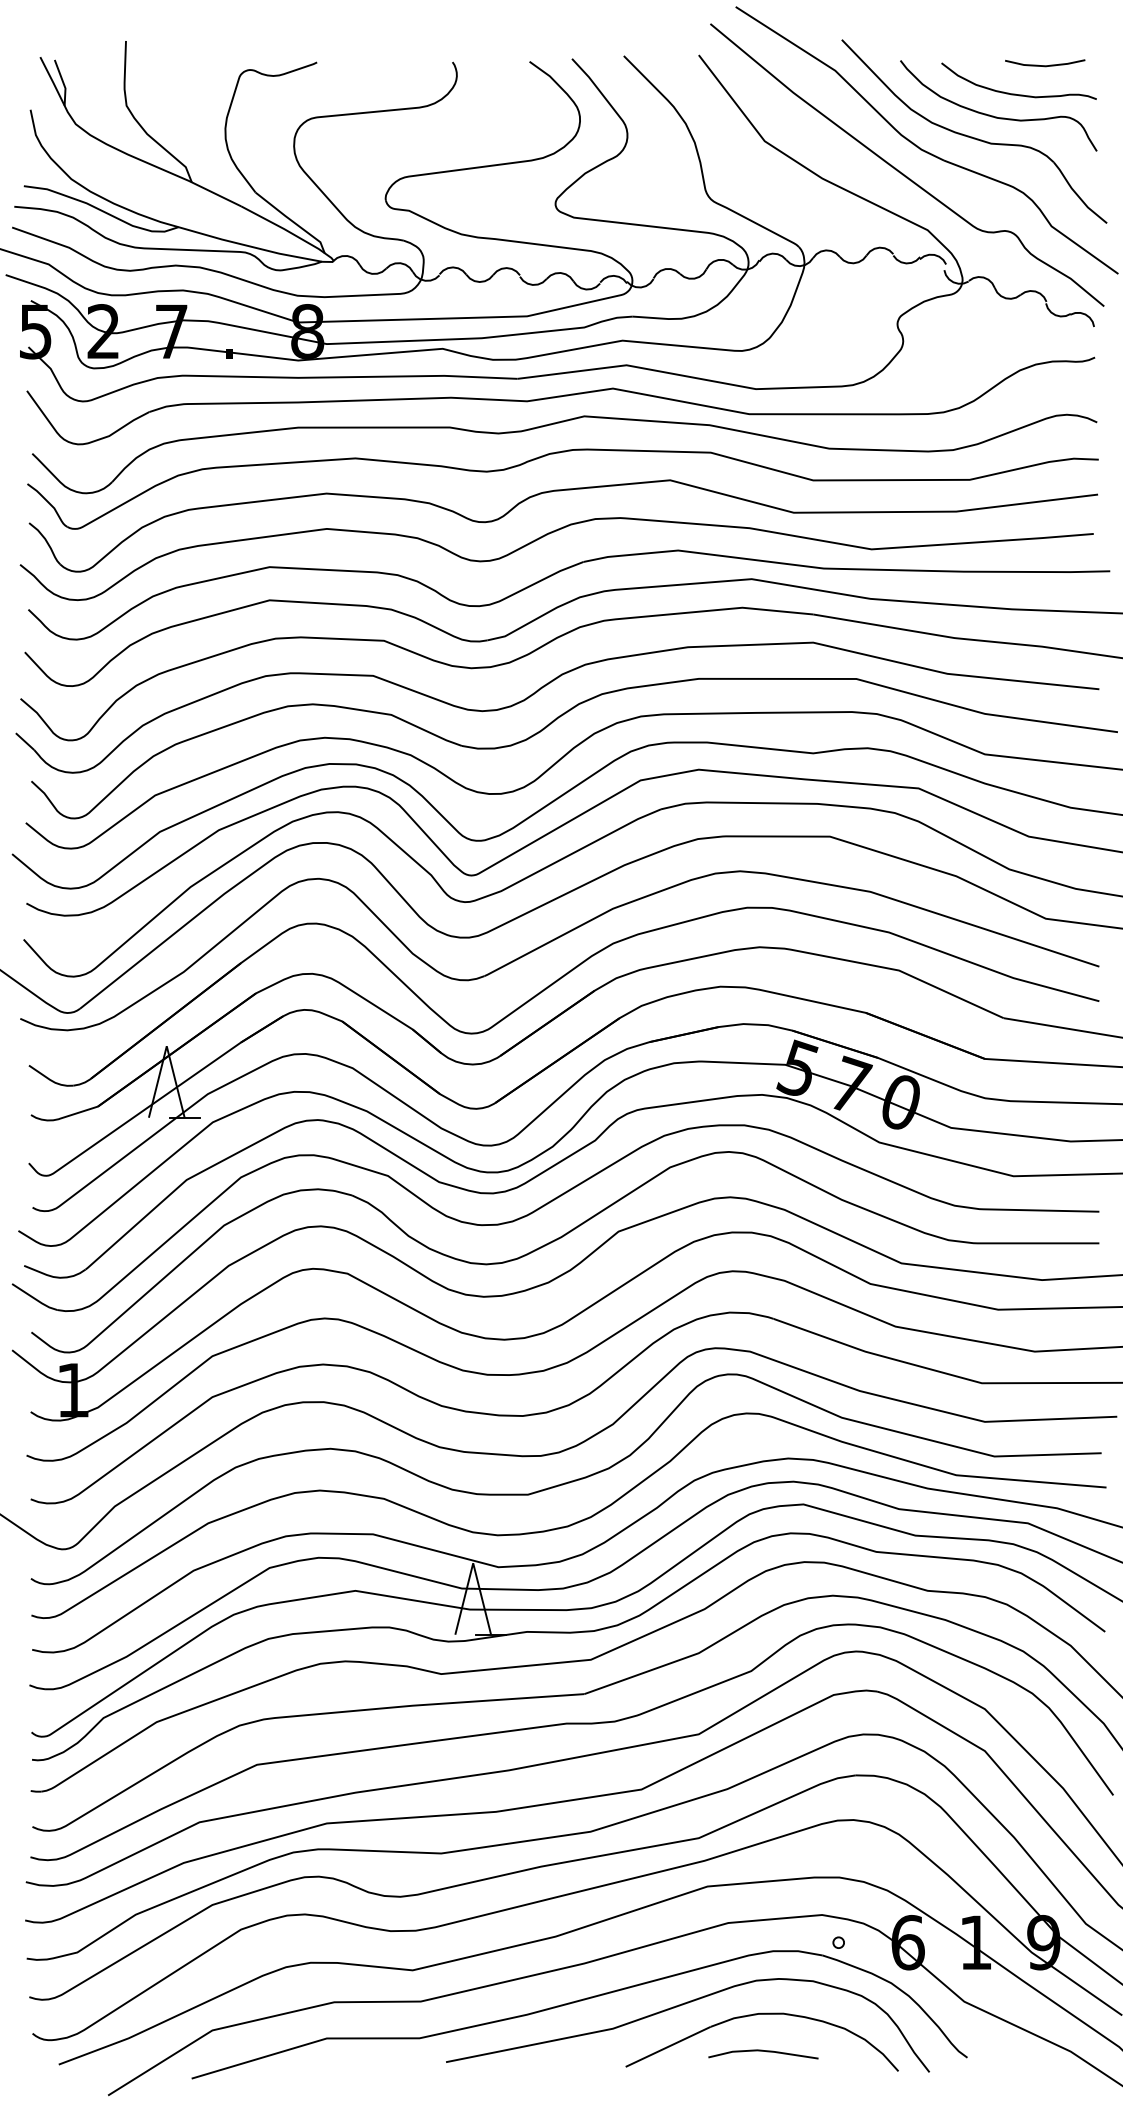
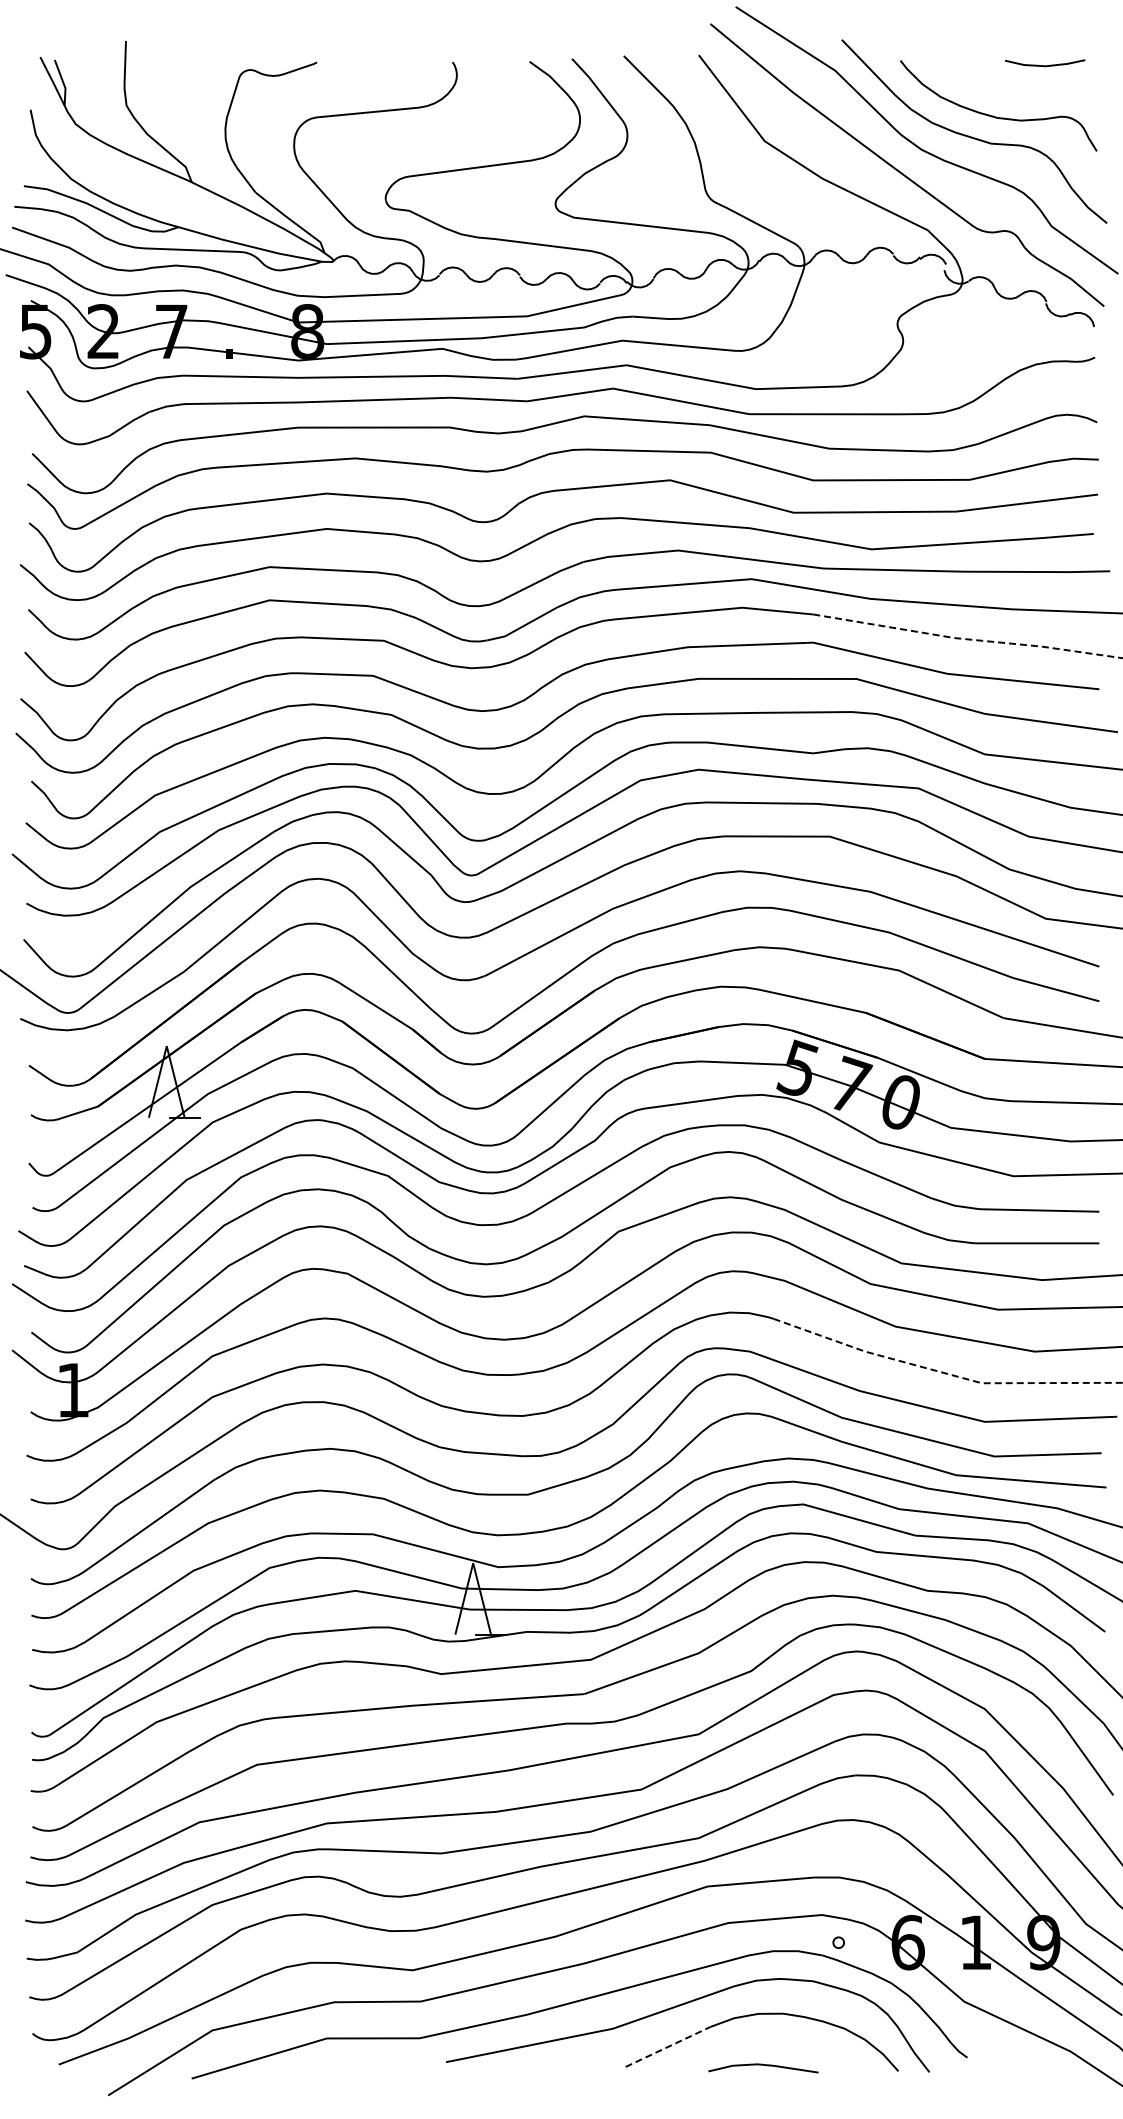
curve at (1015, 93): present -> none
line at (967, 639): solid -> dashed
line at (944, 1373): solid -> dashed
line at (668, 2046): solid -> dashed
line at (763, 2051) position: (763, 2051) -> (763, 2065)
